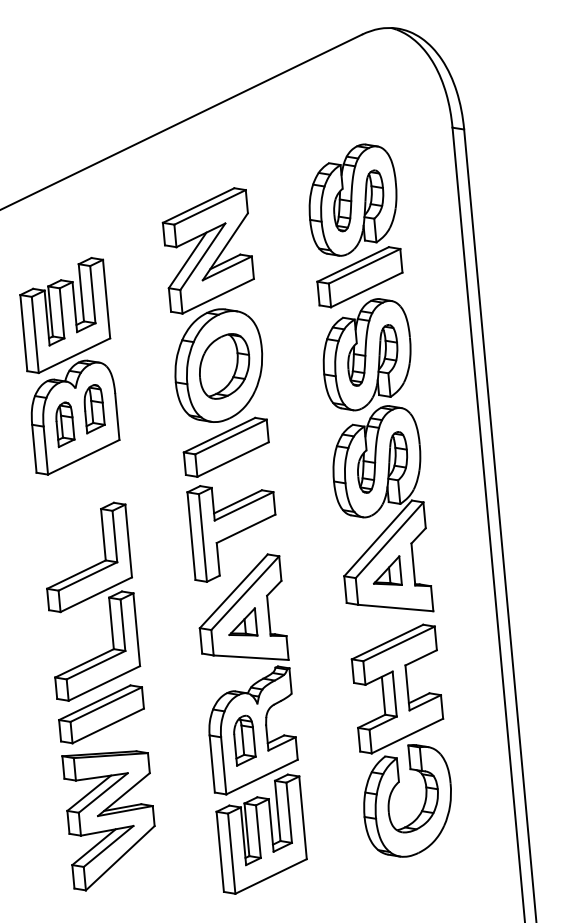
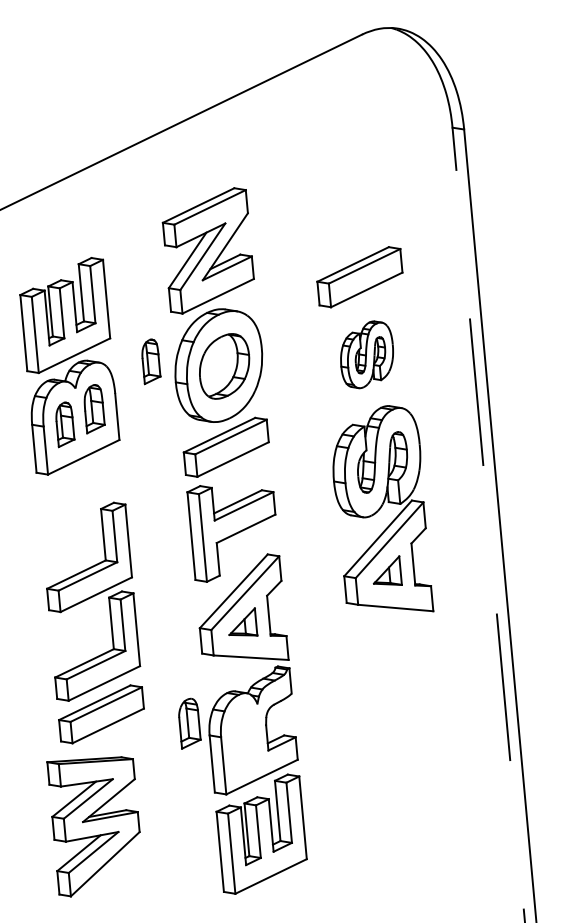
part at (352, 199): present -> none
part at (366, 354) size: 90x114 px -> 54x70 px
part at (151, 361): none -> present
line at (488, 525): solid -> dashed
part at (244, 740) position: (244, 740) -> (189, 723)
part at (400, 740): present -> none
part at (108, 820) position: (108, 820) -> (93, 826)
